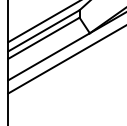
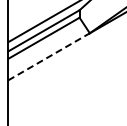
line at (49, 56): solid -> dashed
line at (65, 59): present -> none
